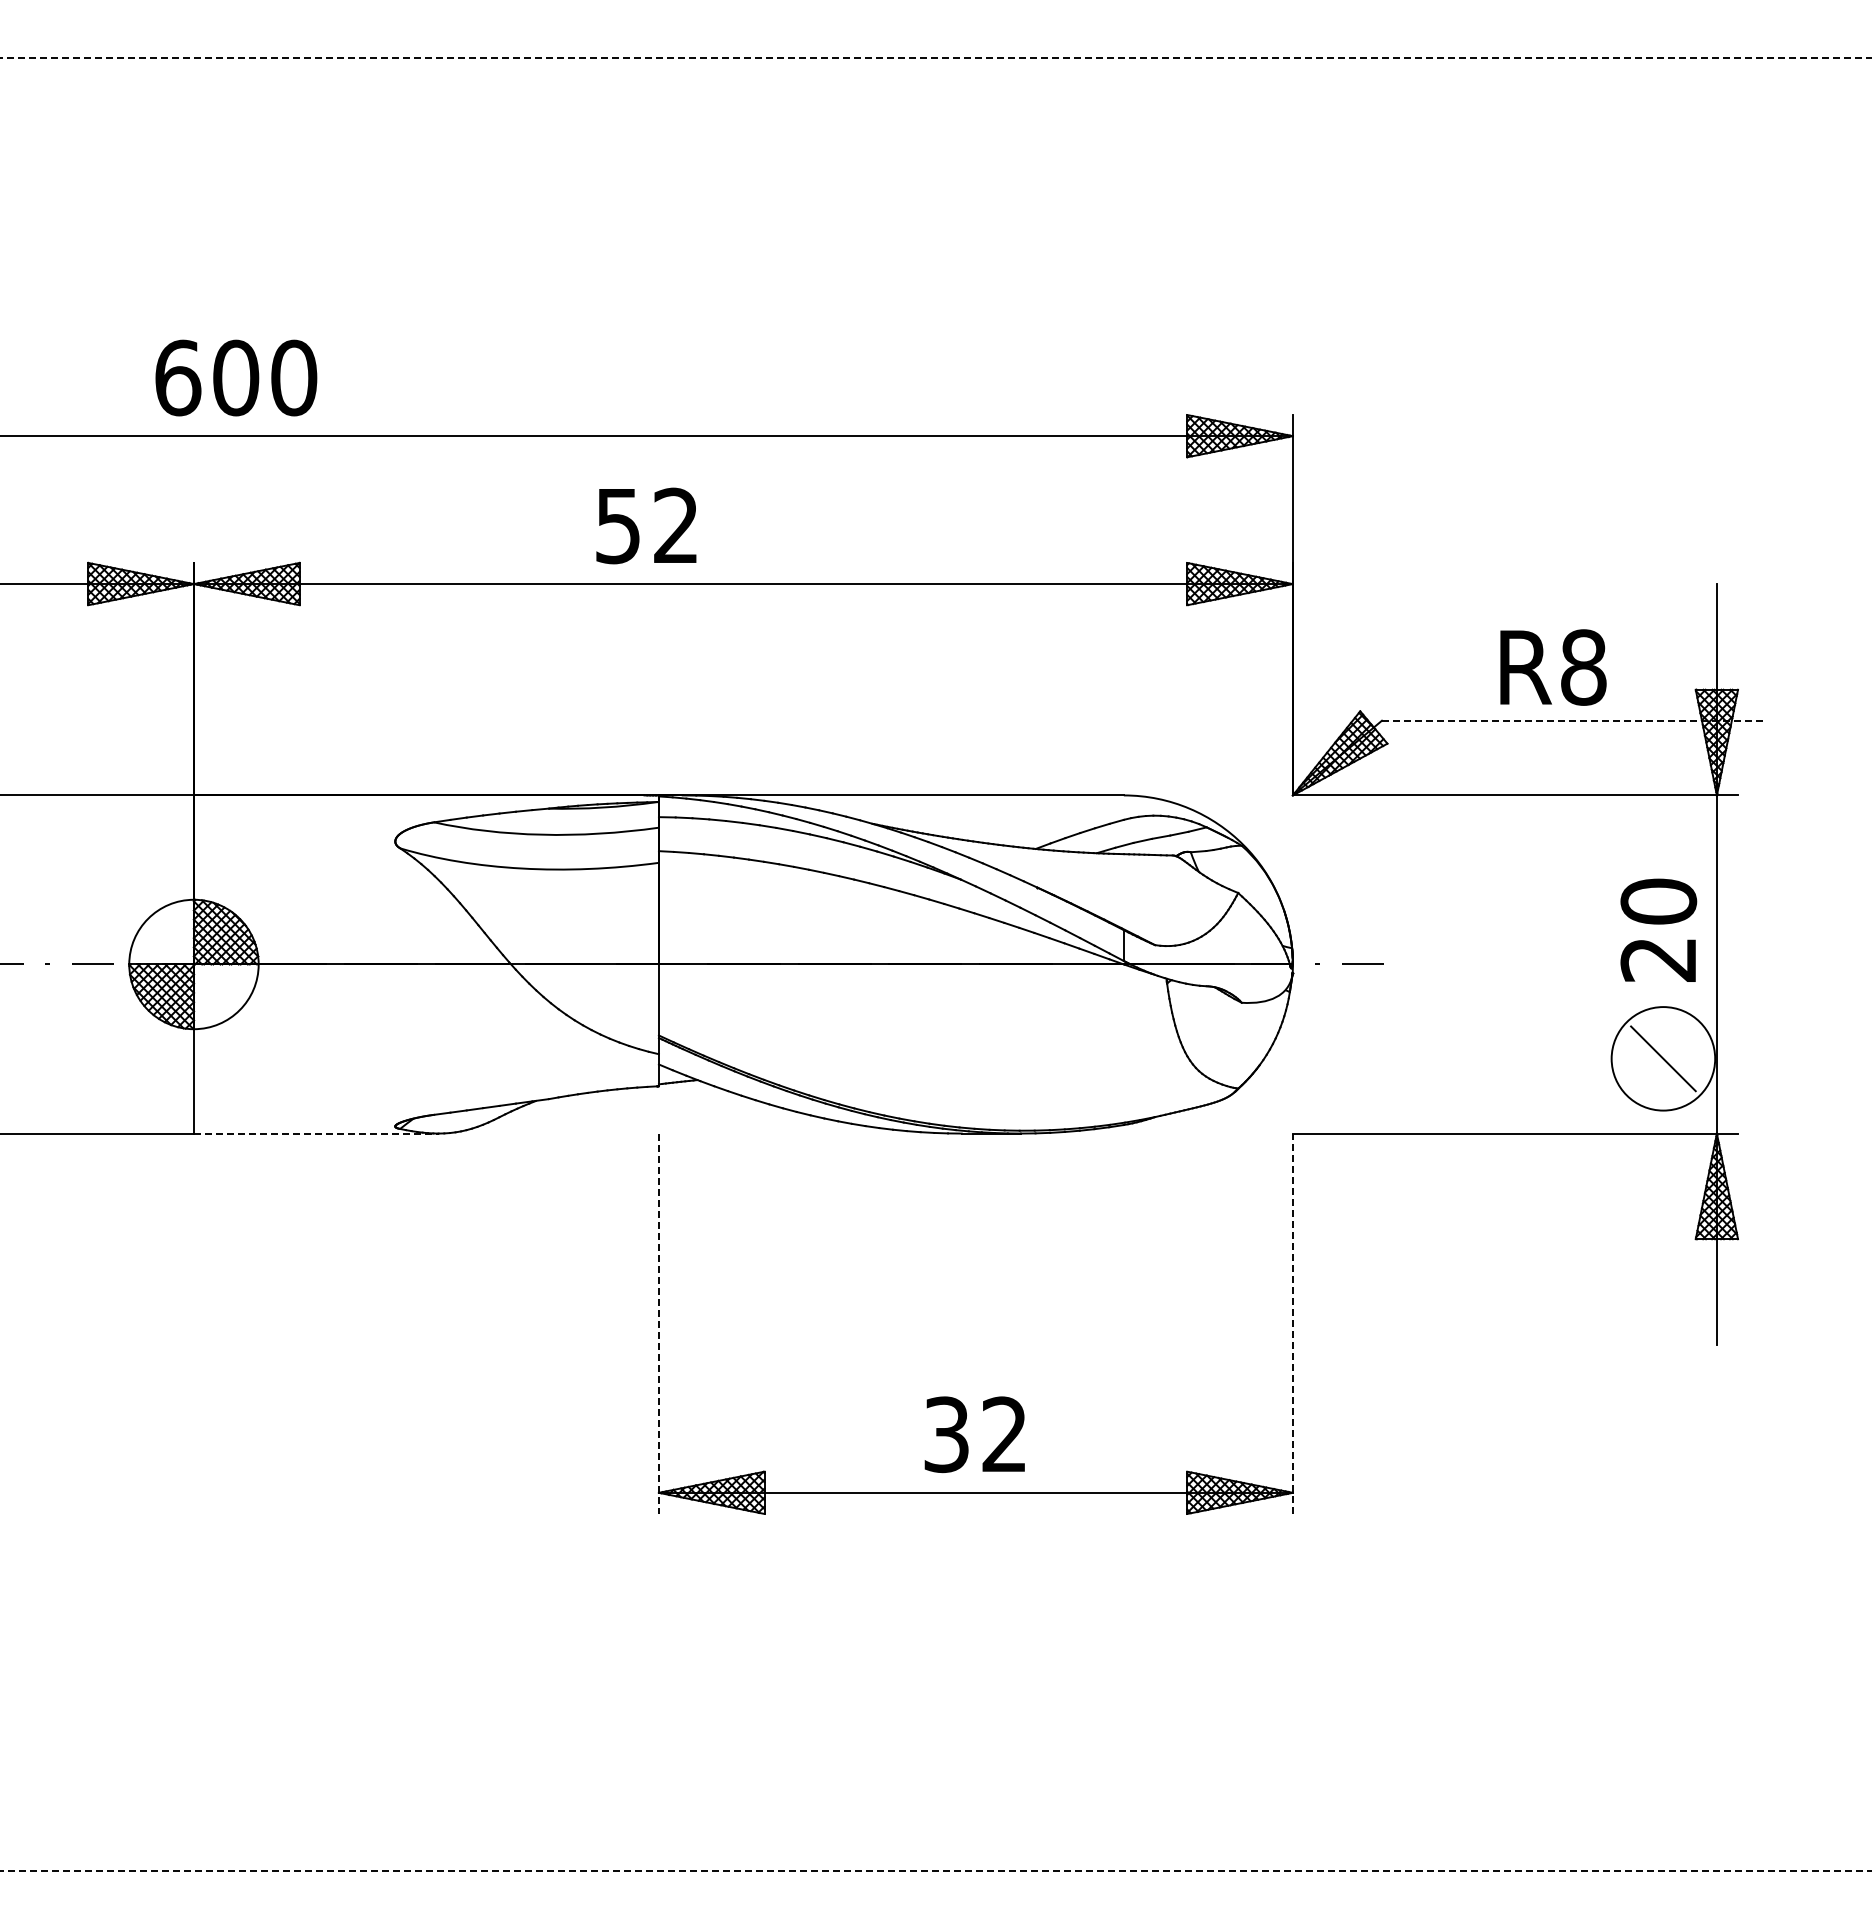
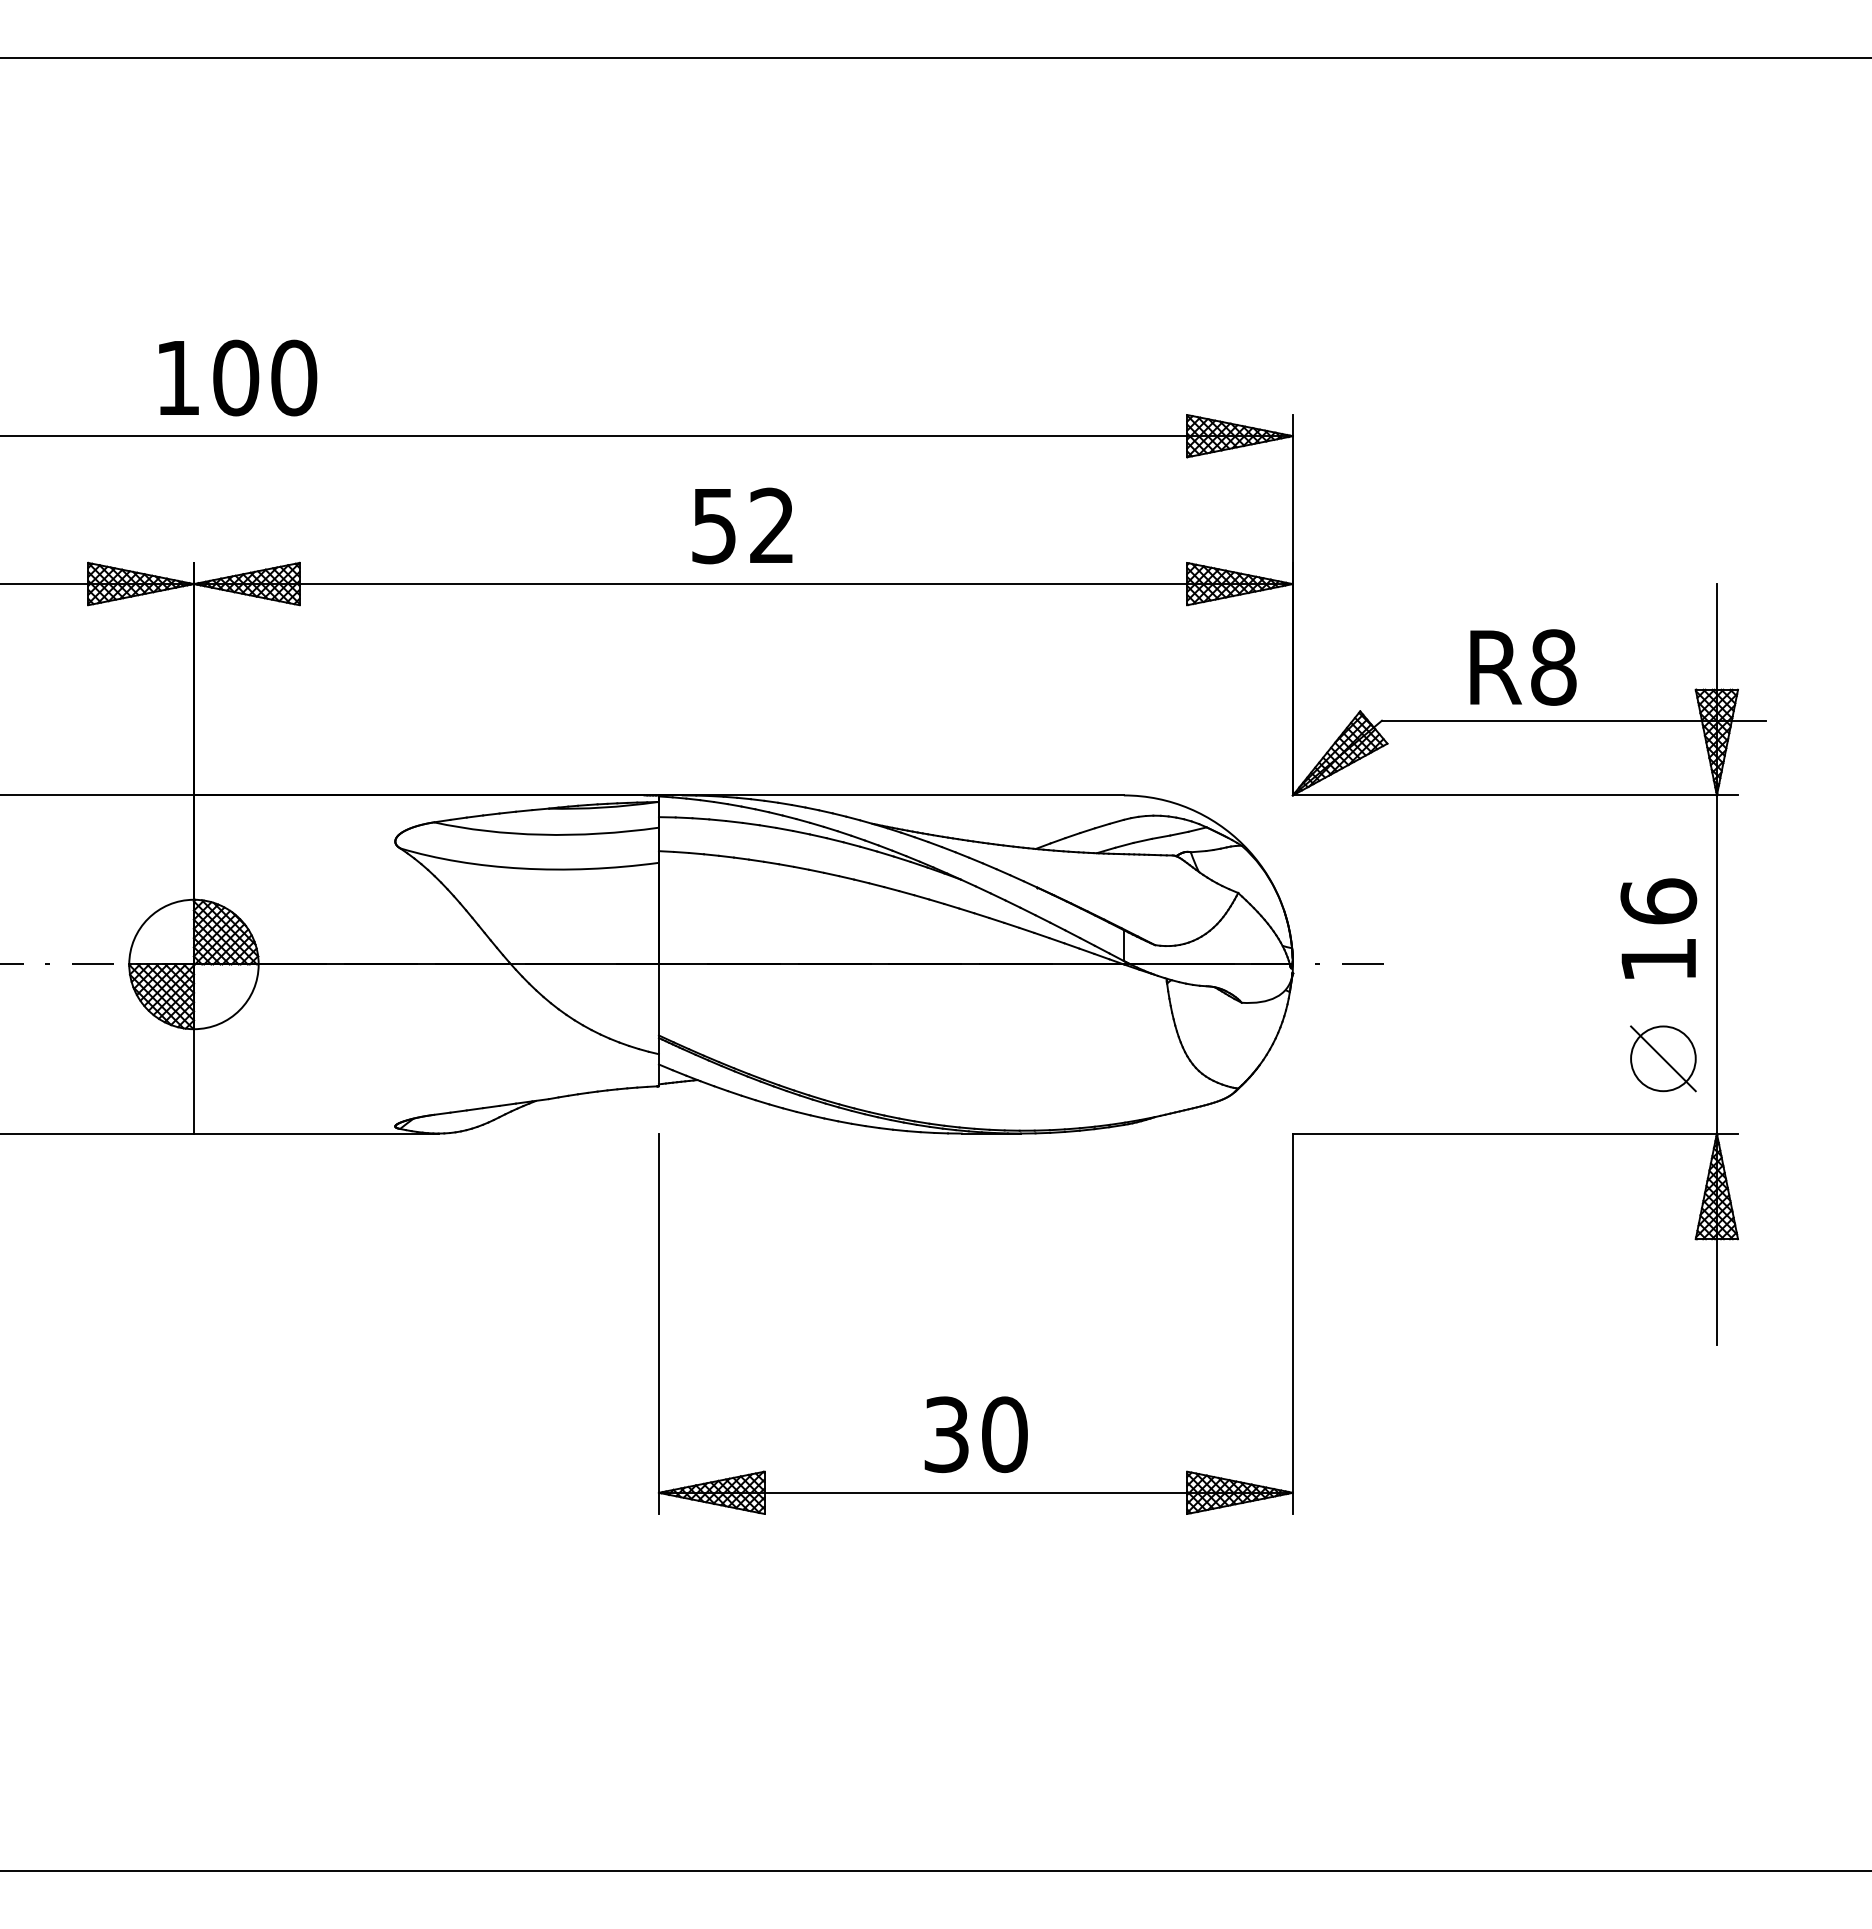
line at (936, 57): dashed -> solid
text at (178, 377): 600 -> 100
text at (646, 525) position: (646, 525) -> (742, 525)
text at (1553, 667) position: (1553, 667) -> (1523, 667)
line at (1574, 720): dashed -> solid
text at (1658, 929): 20 -> 16
circle at (1663, 1058) diameter: 104 px -> 65 px
line at (316, 1133): dashed -> solid
line at (1292, 1323): dashed -> solid
line at (658, 1324): dashed -> solid
text at (1004, 1434): 32 -> 30
line at (936, 1871): dashed -> solid
